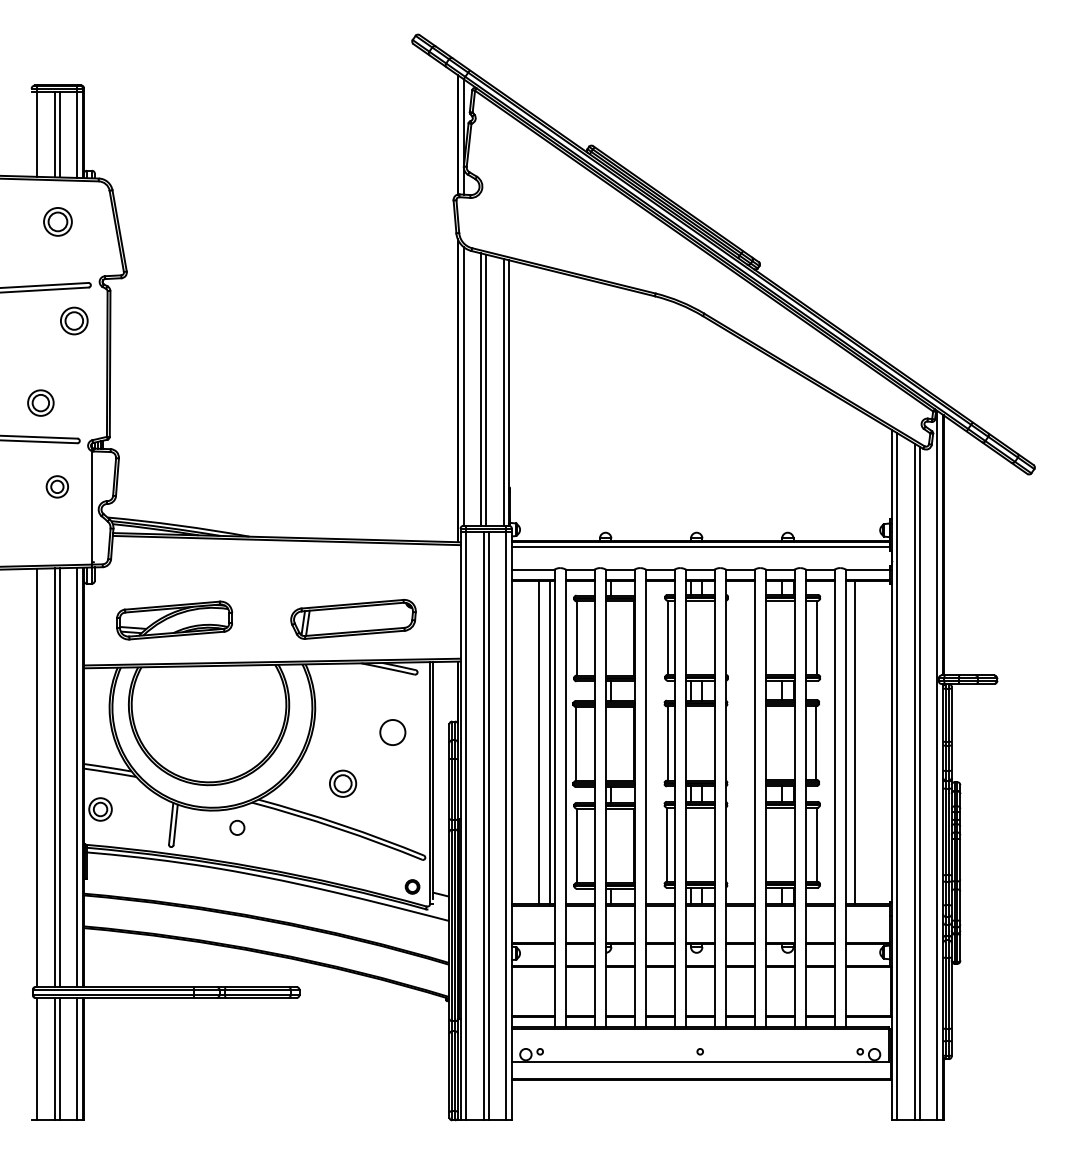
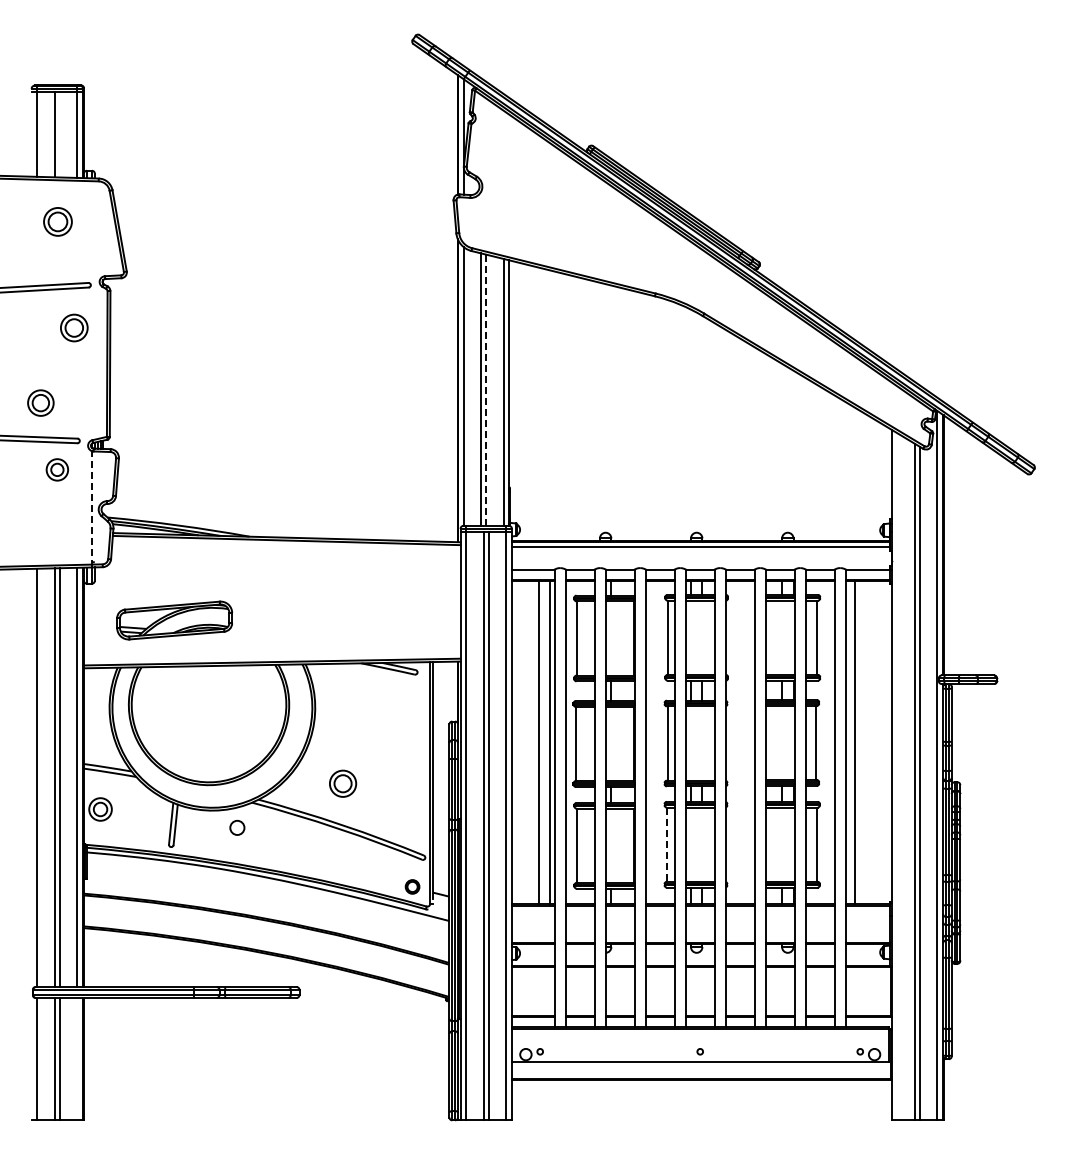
line at (59, 134): present -> none
part at (74, 320) position: (74, 320) -> (74, 327)
line at (486, 390): solid -> dashed
part at (56, 486) position: (56, 486) -> (56, 469)
line at (91, 507): solid -> dashed
part at (353, 619): present -> none
circle at (392, 732): present -> none
line at (897, 776): present -> none
line at (667, 845): solid -> dashed
line at (77, 1058): present -> none
